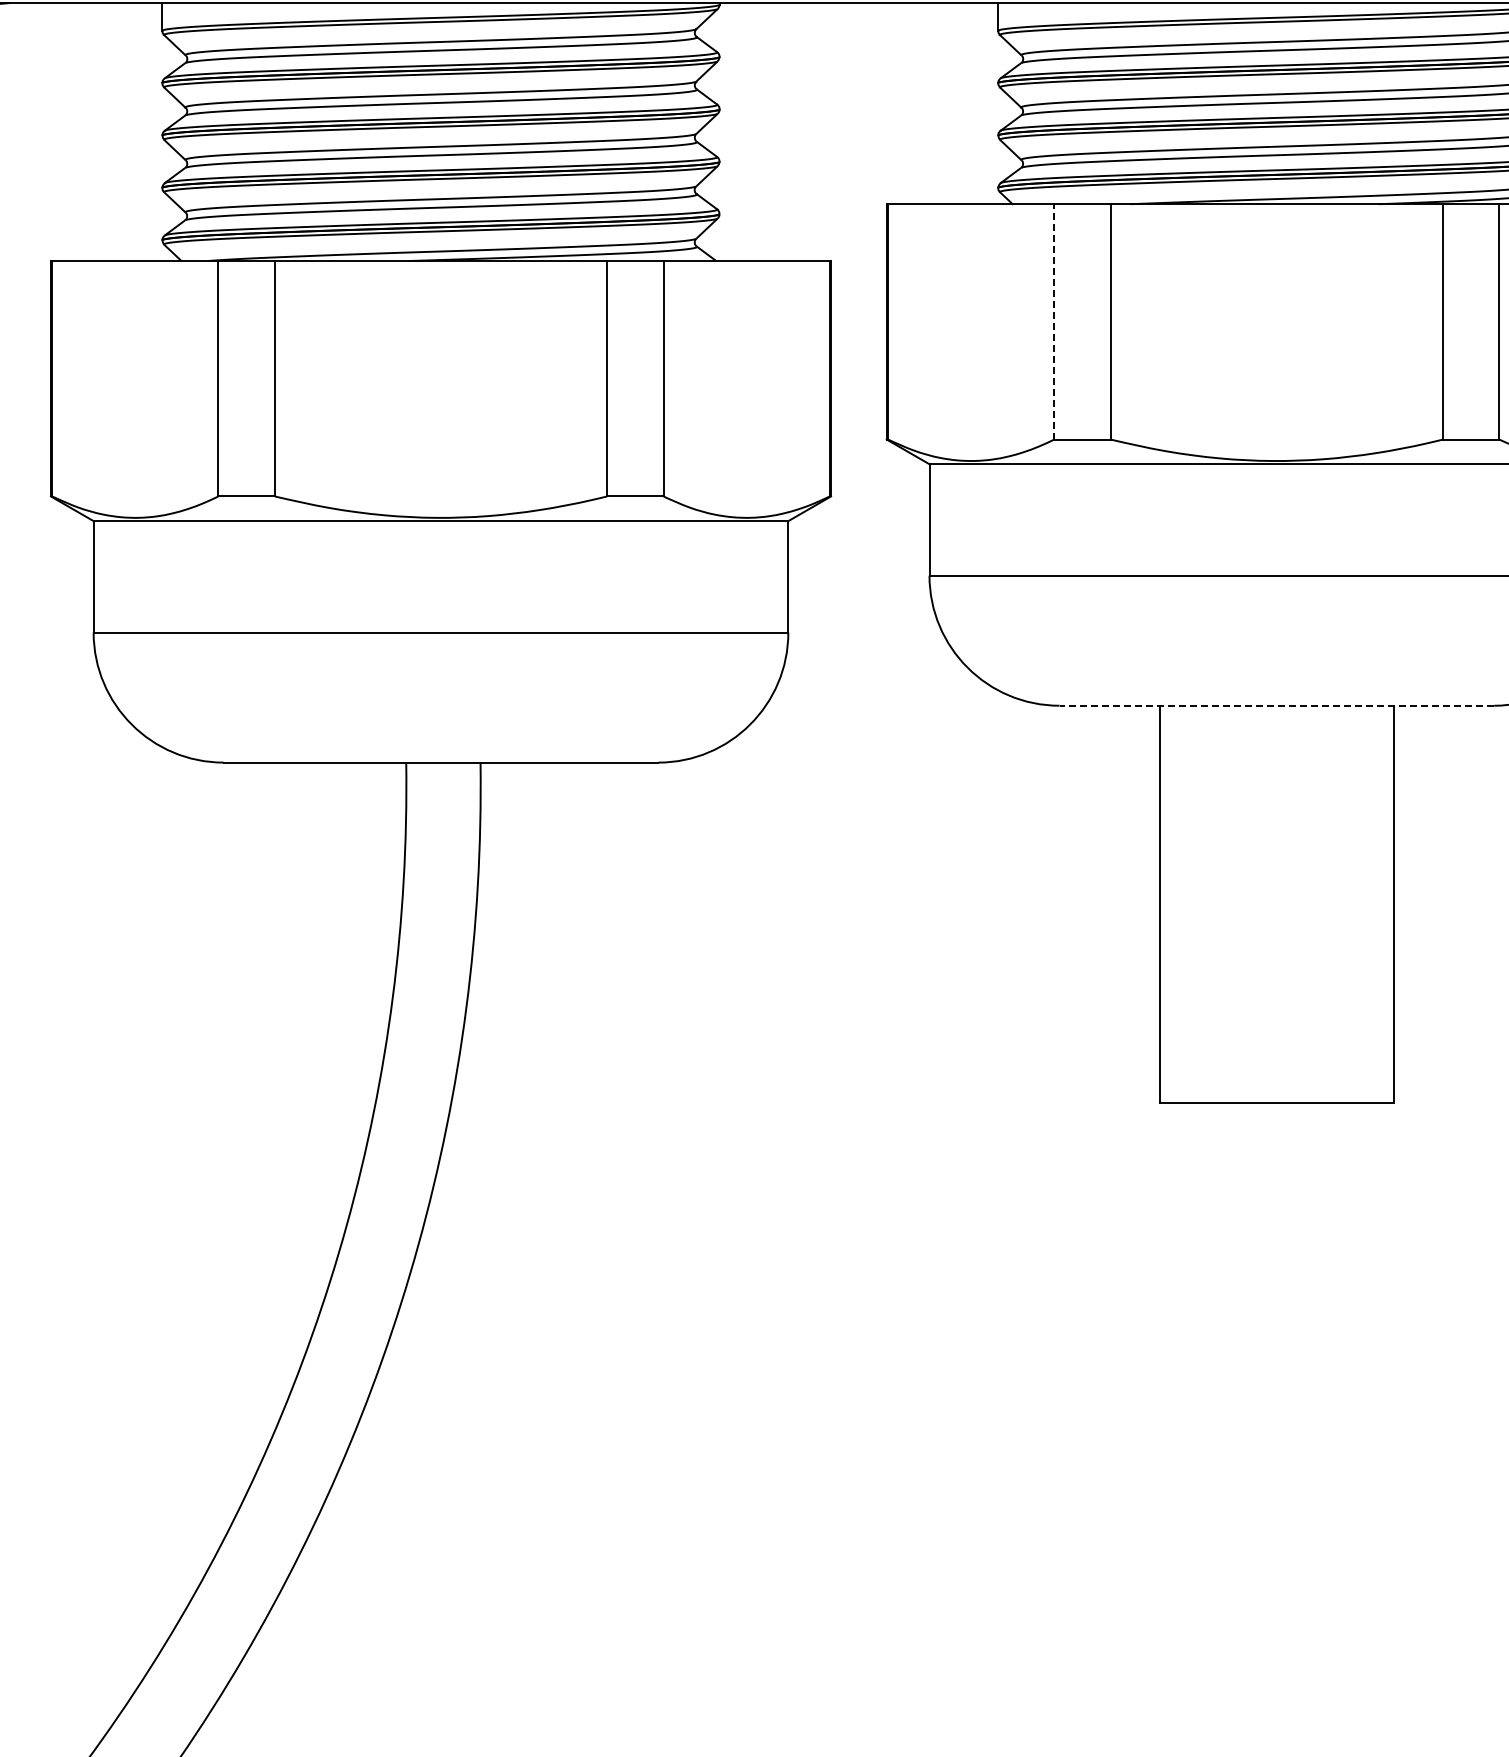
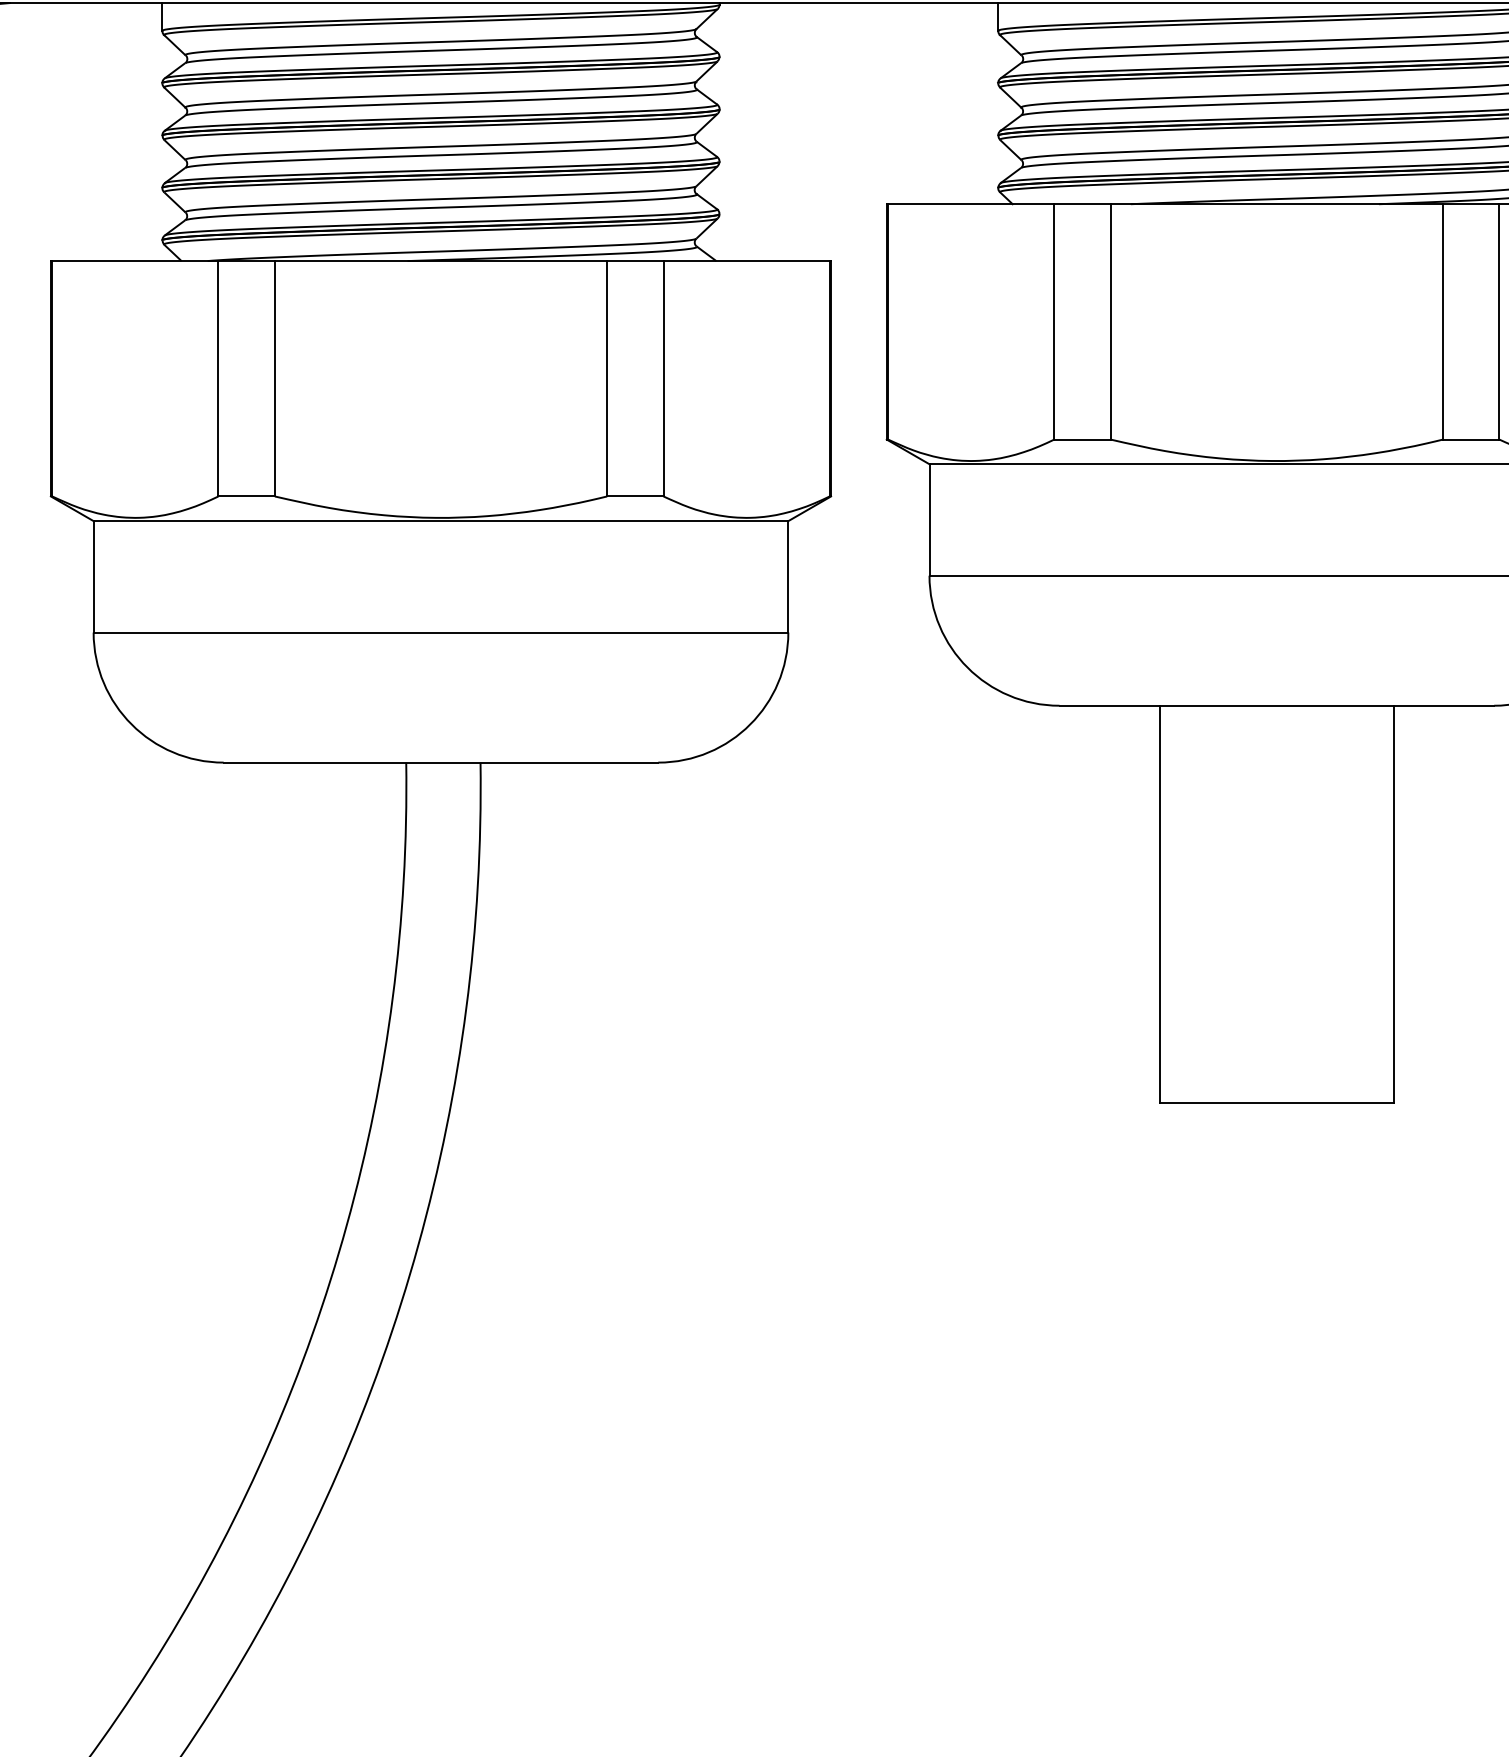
line at (1054, 321): dashed -> solid
line at (1276, 705): dashed -> solid
